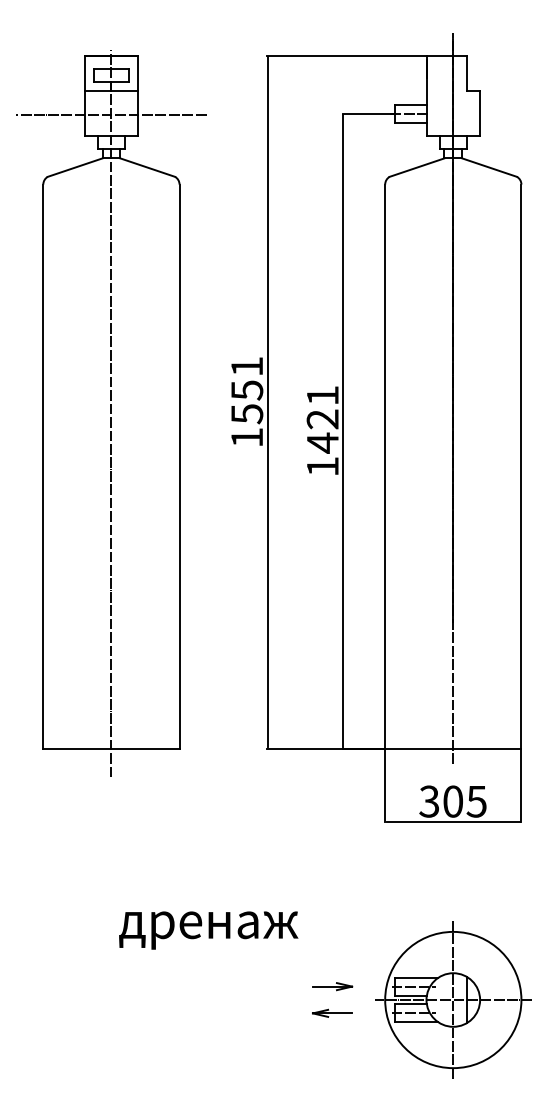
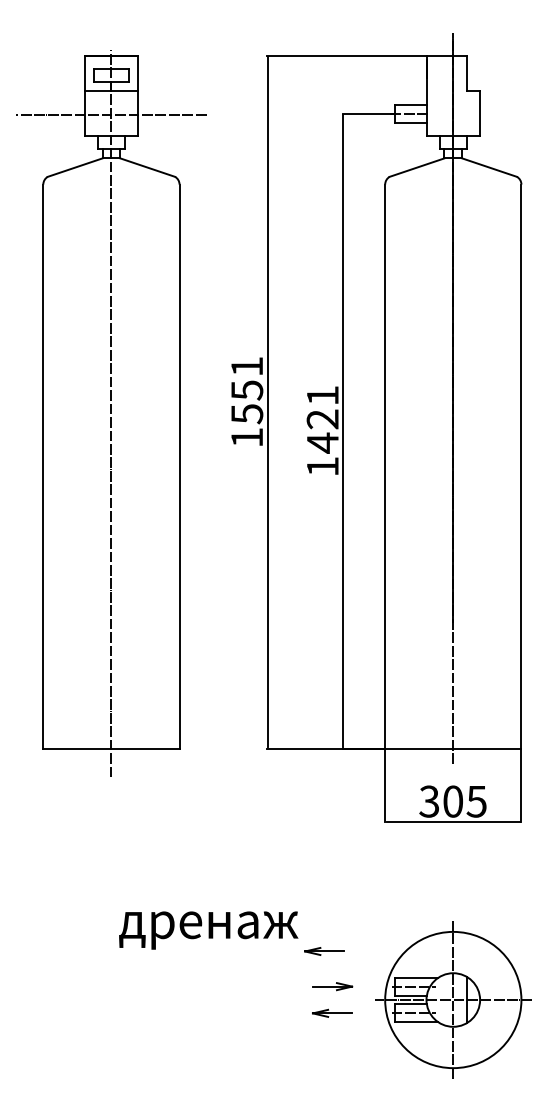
part at (324, 951): none -> present
